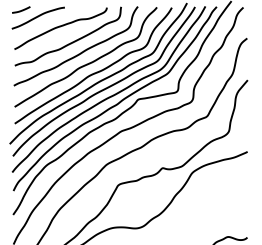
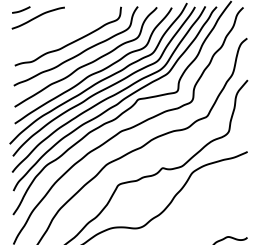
curve at (60, 27): present -> none
